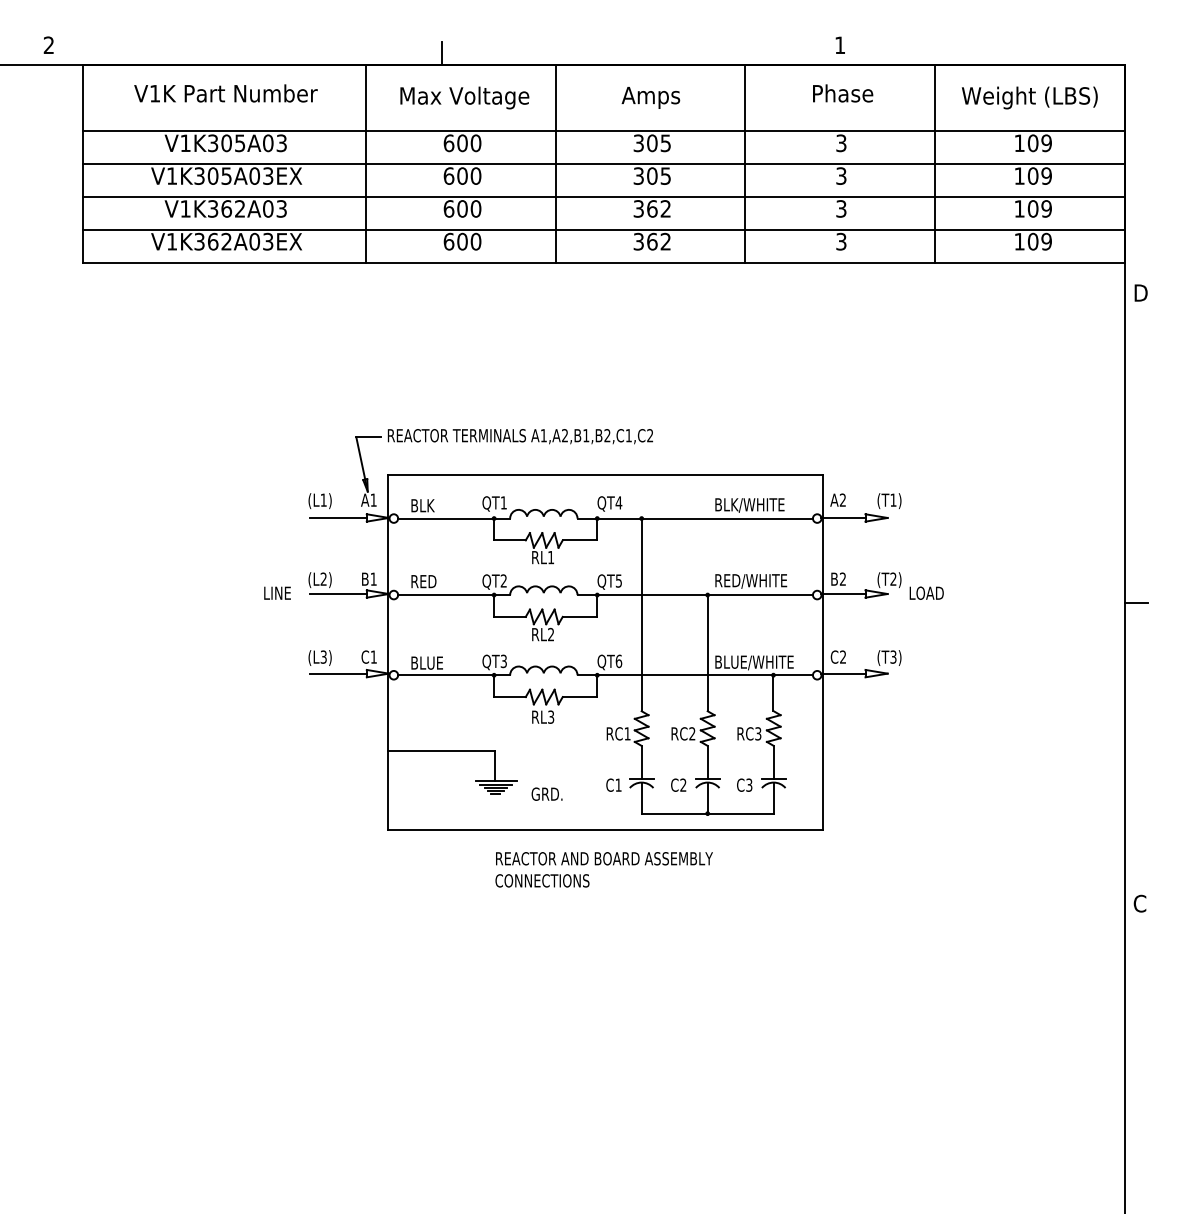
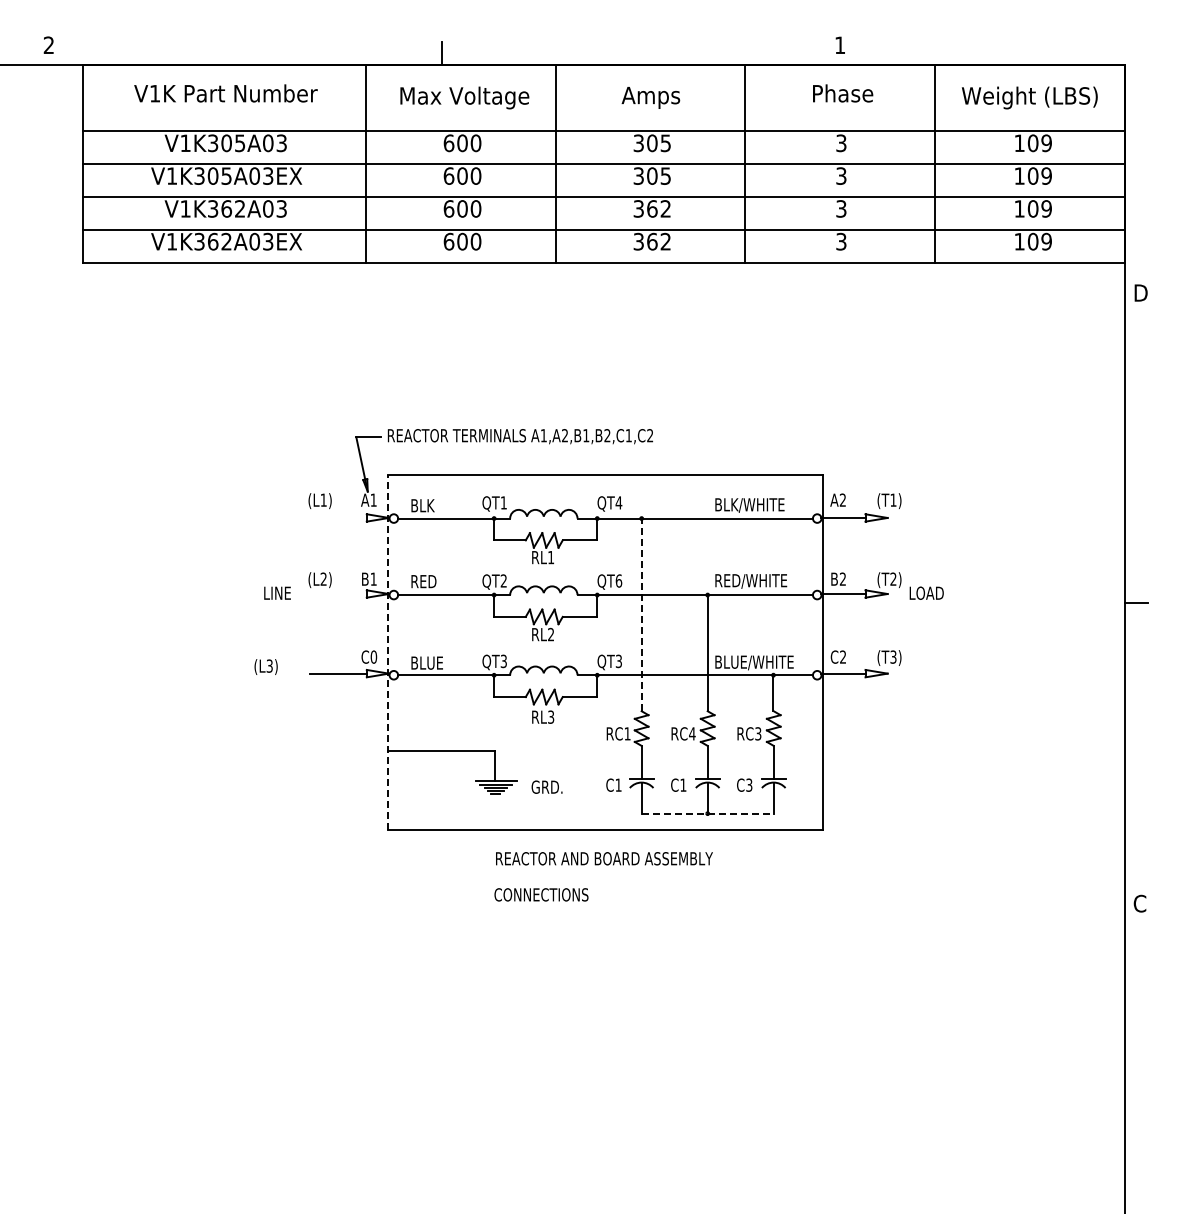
line at (337, 517): present -> none
text at (618, 580): QT5 -> QT6
line at (337, 594): present -> none
line at (641, 614): solid -> dashed
line at (388, 652): solid -> dashed
text at (373, 656): C1 -> C0
text at (319, 657) position: (319, 657) -> (265, 666)
text at (618, 661): QT6 -> QT3
text at (692, 733): RC2 -> RC4
text at (683, 784): C2 -> C1
text at (546, 793) position: (546, 793) -> (546, 786)
line at (708, 813): solid -> dashed
text at (542, 880) position: (542, 880) -> (541, 894)
